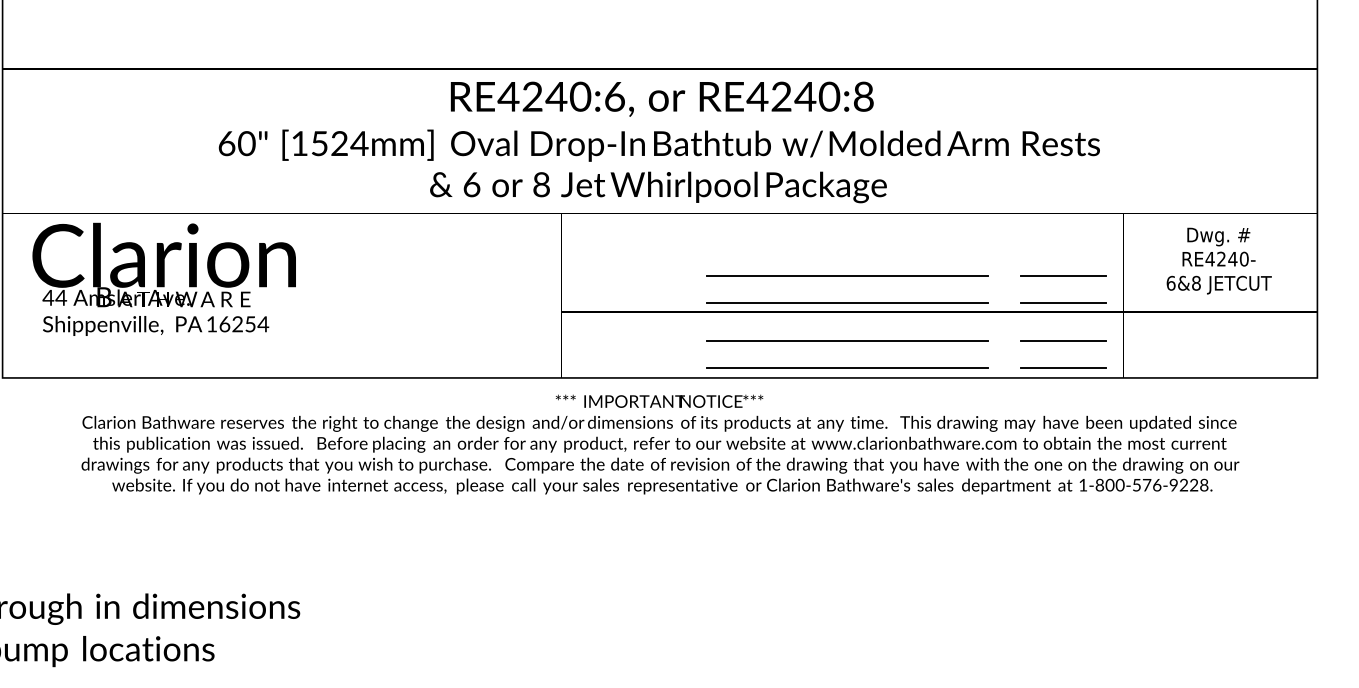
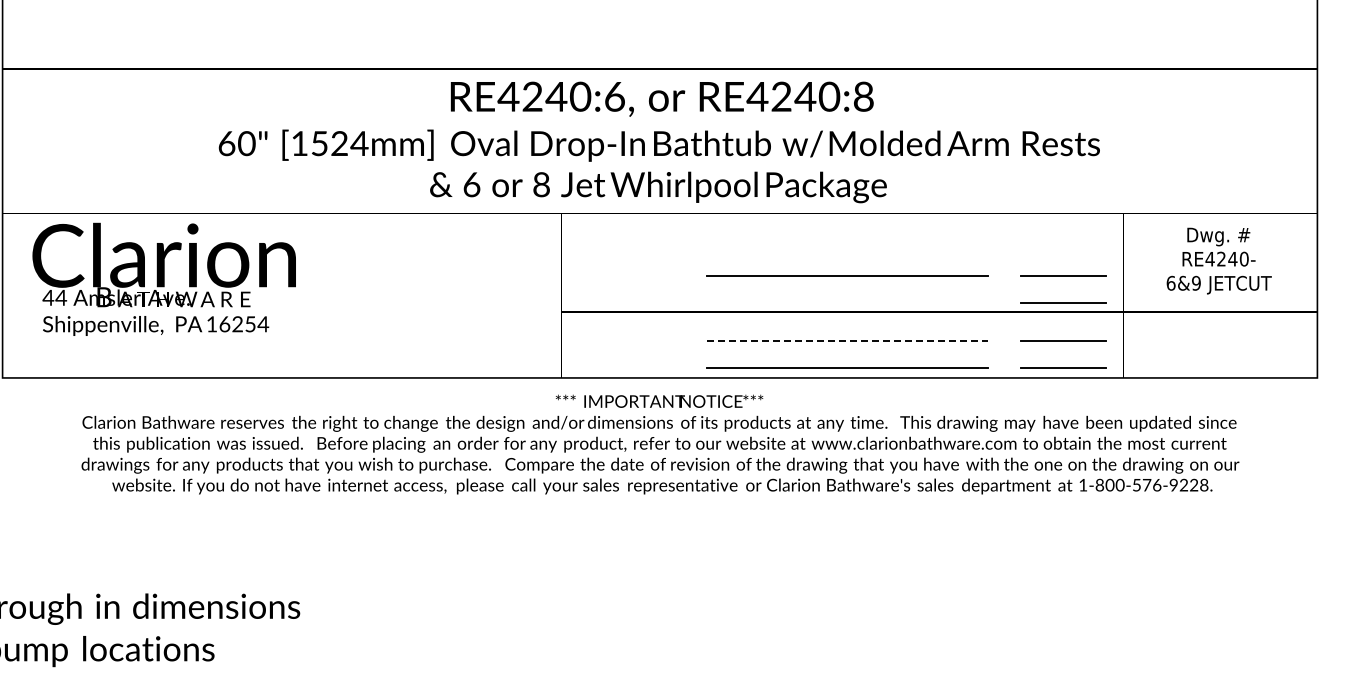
text at (1196, 283): 6&8 -> 6&9
line at (847, 302): present -> none
line at (847, 341): solid -> dashed
